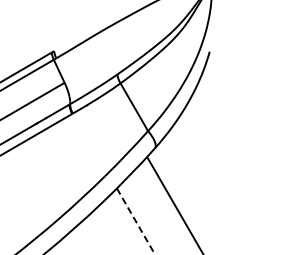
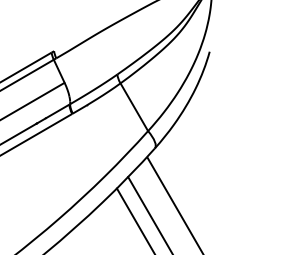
line at (149, 214): none -> present
line at (135, 221): dashed -> solid
